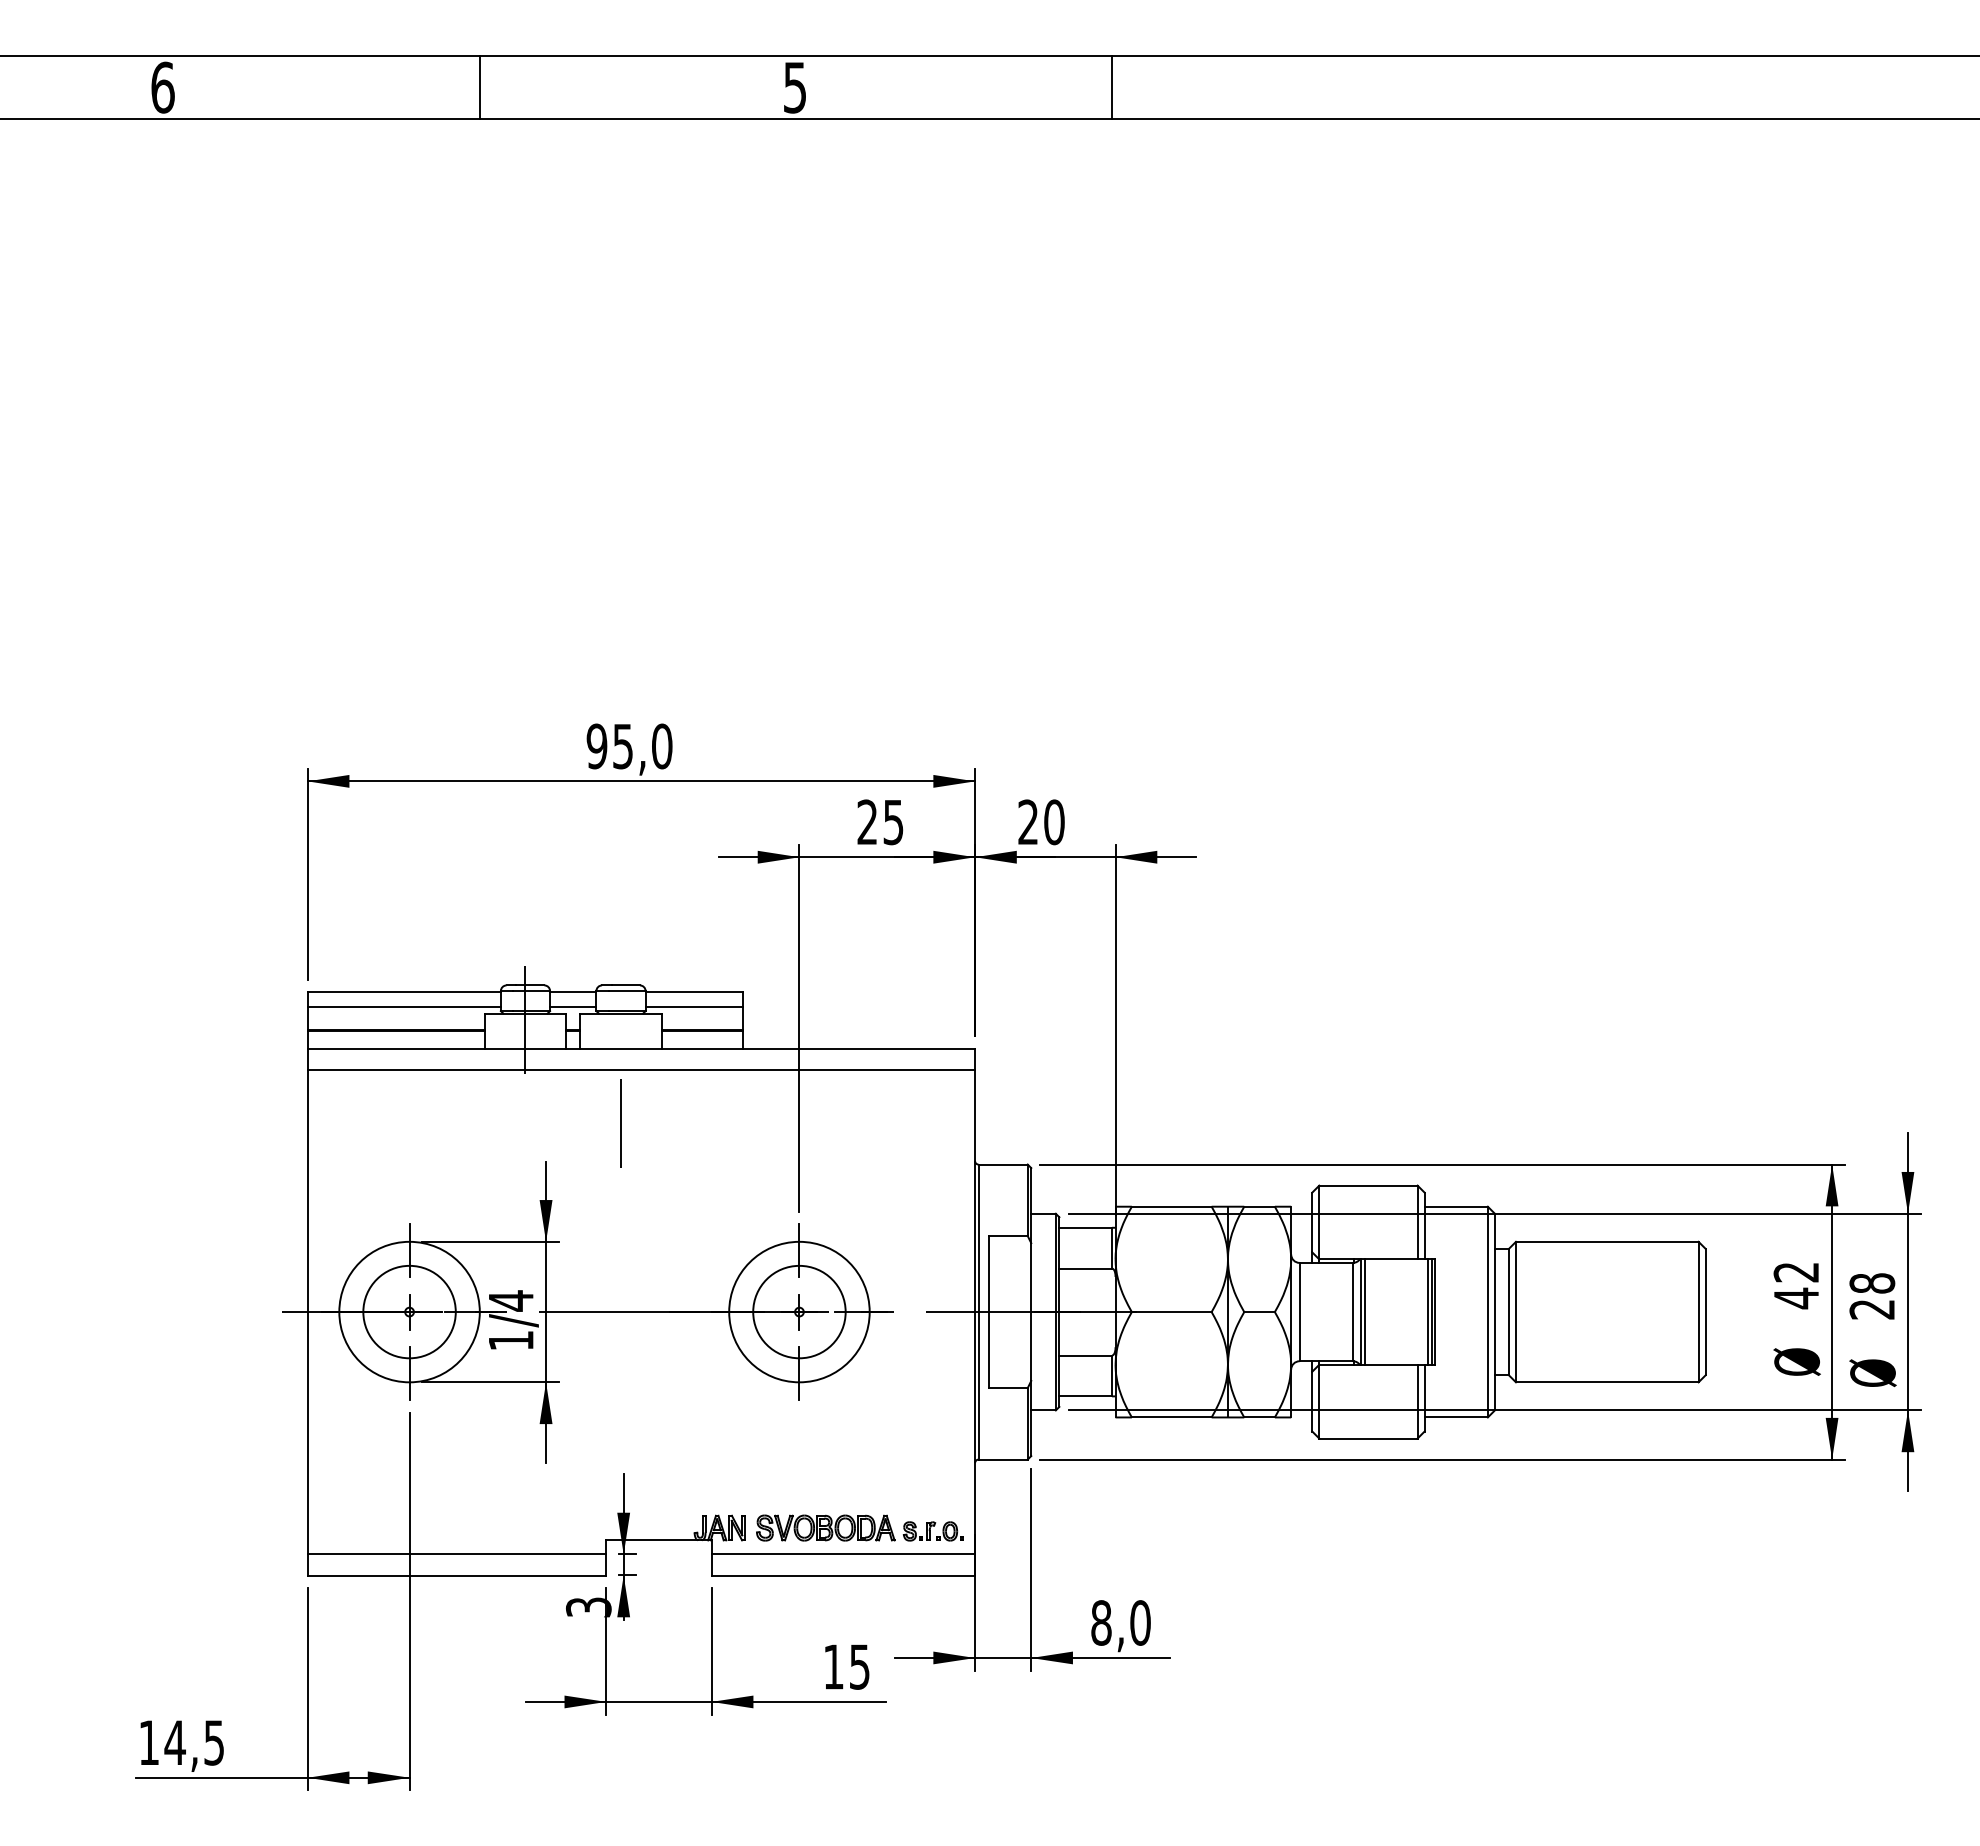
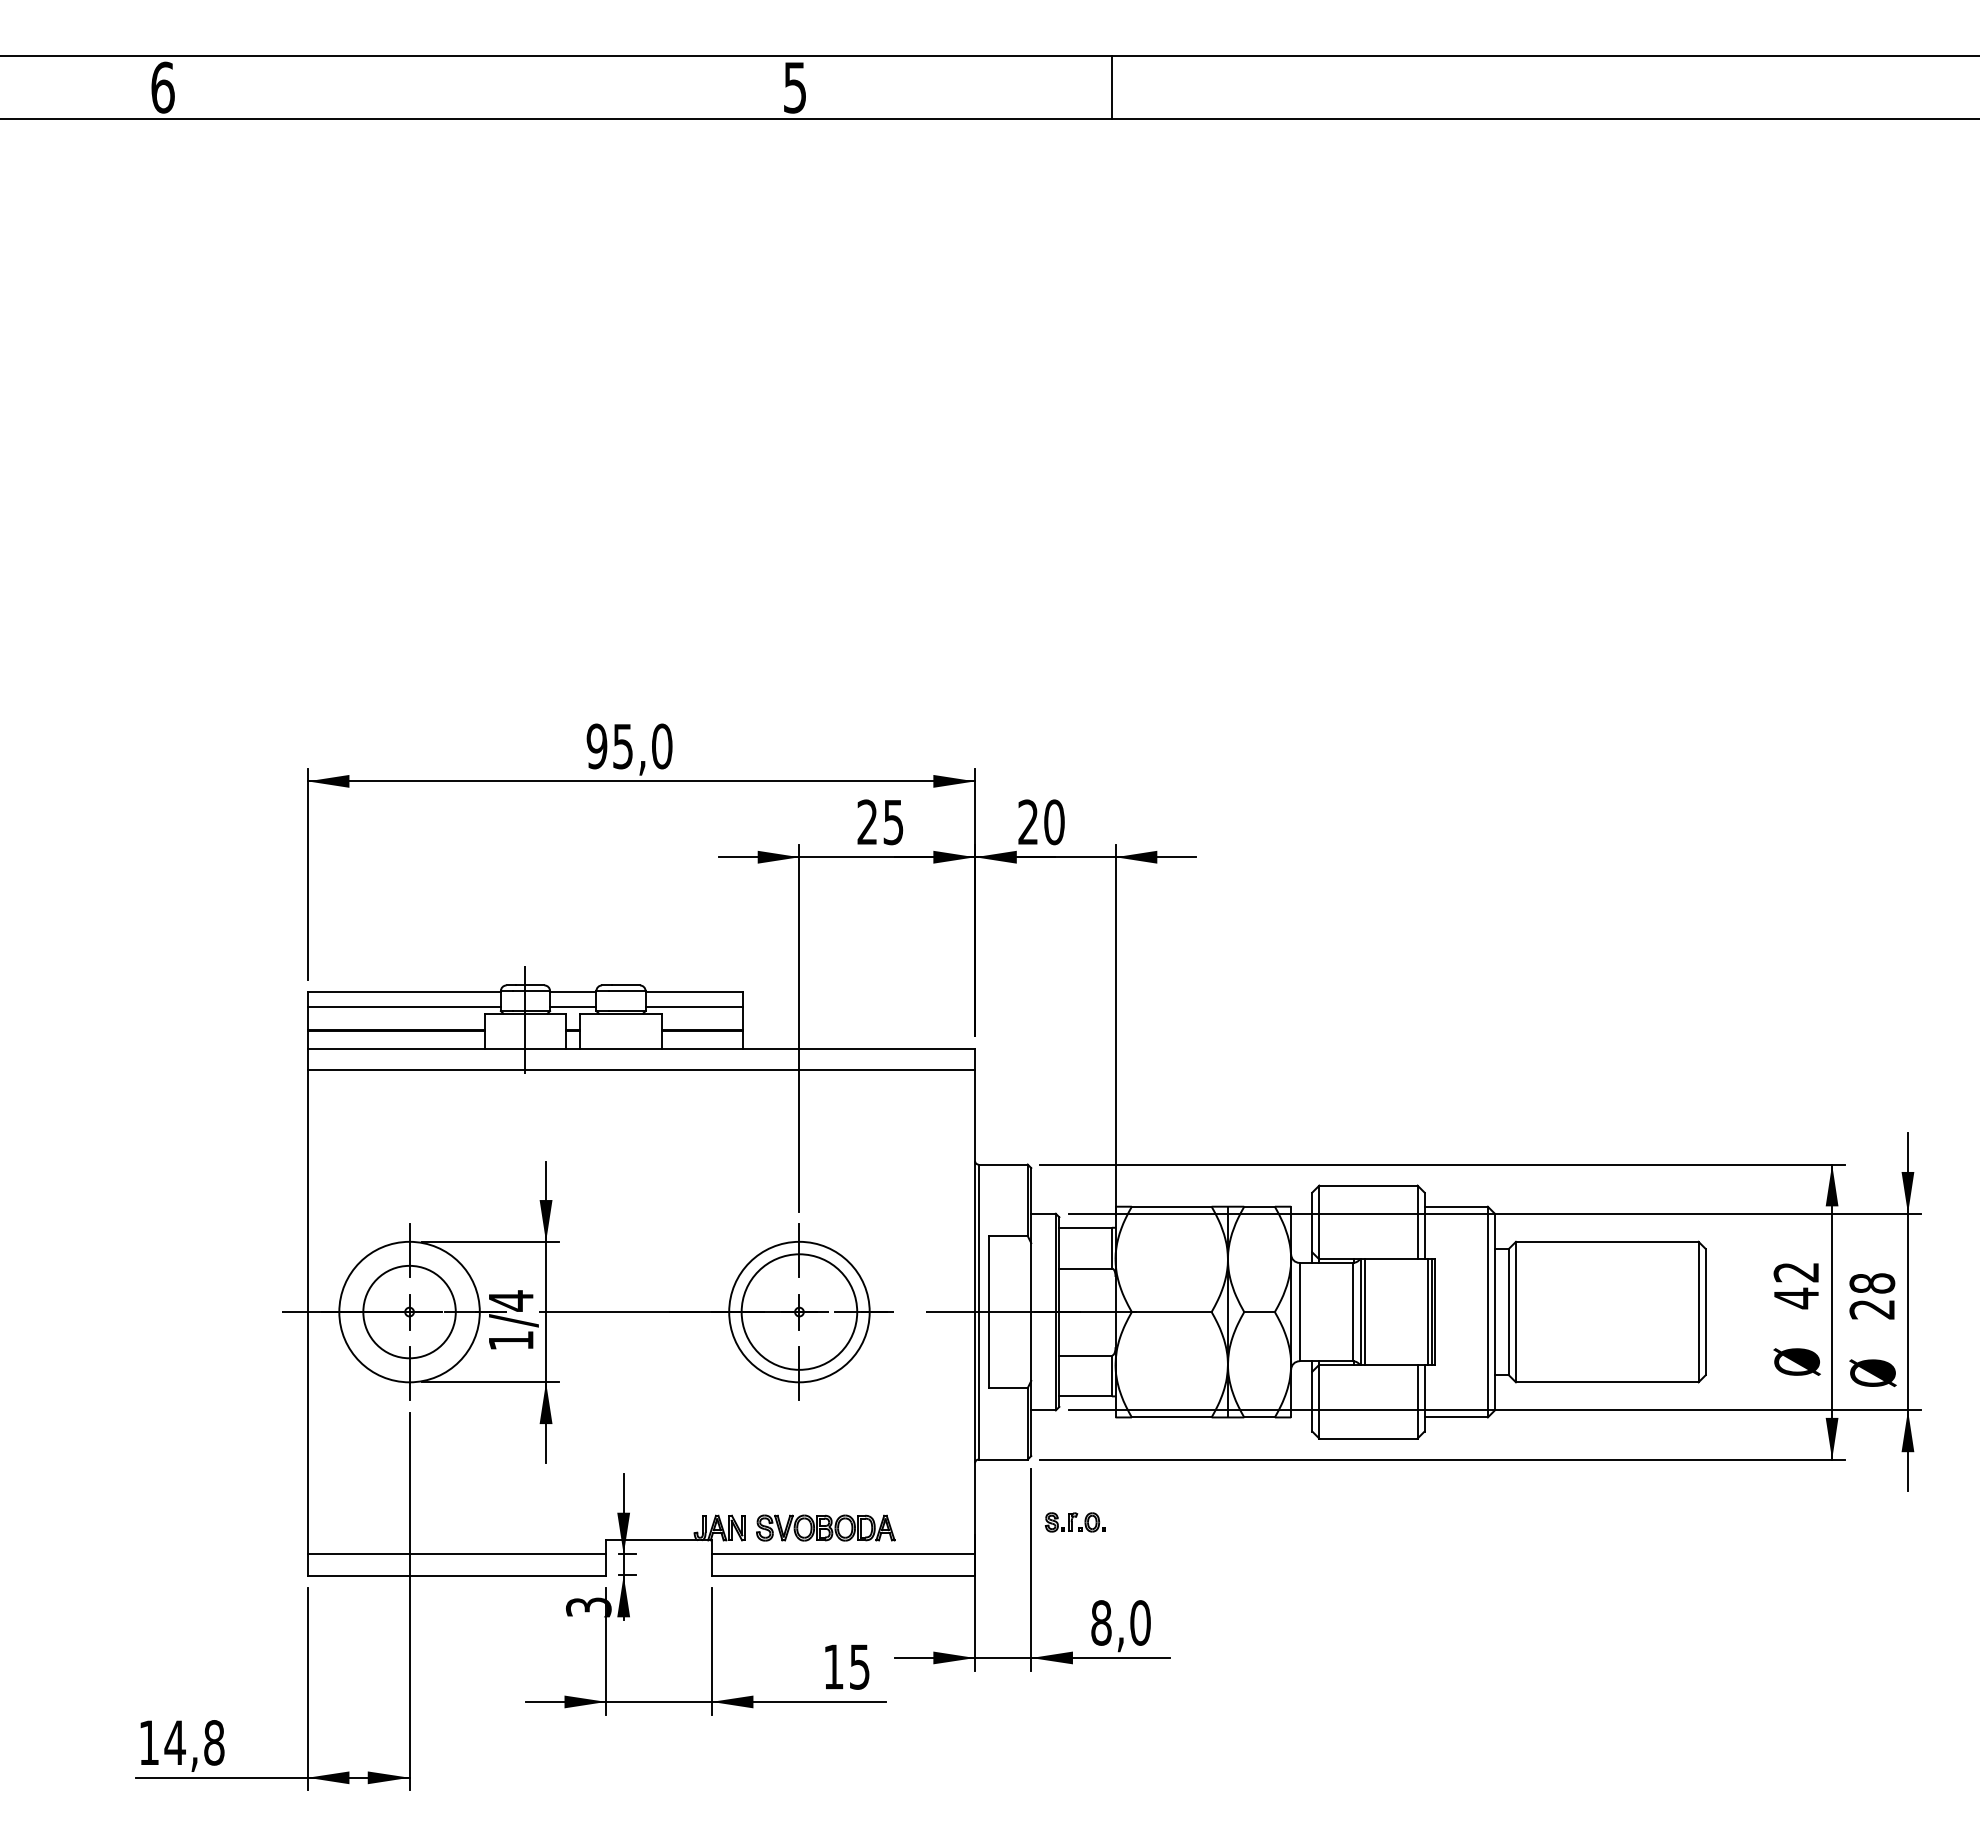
line at (479, 86): present -> none
line at (620, 1123): present -> none
circle at (799, 1311) diameter: 92 px -> 116 px
part at (932, 1531) position: (932, 1531) -> (1074, 1522)
text at (214, 1742): 14,5 -> 14,8
